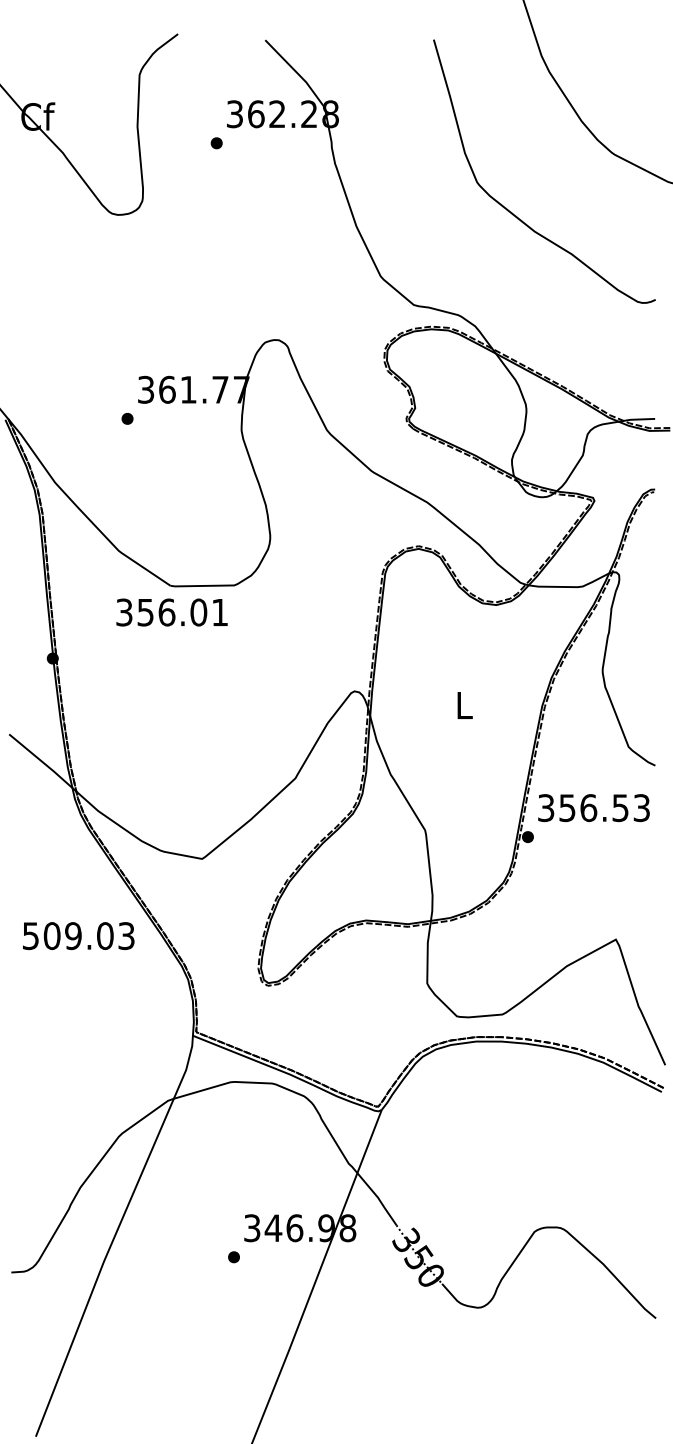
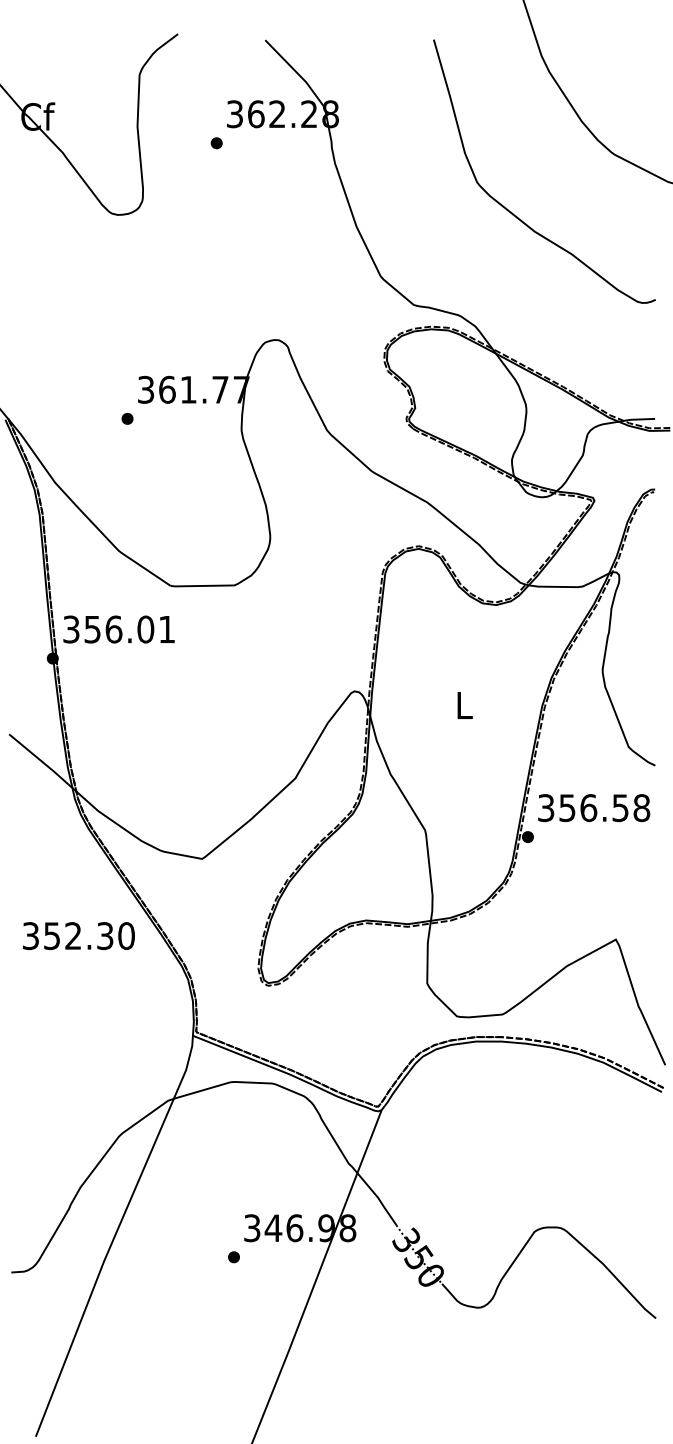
text at (171, 612) position: (171, 612) -> (118, 629)
text at (641, 808): 356.53 -> 356.58
text at (78, 936): 509.03 -> 352.30
